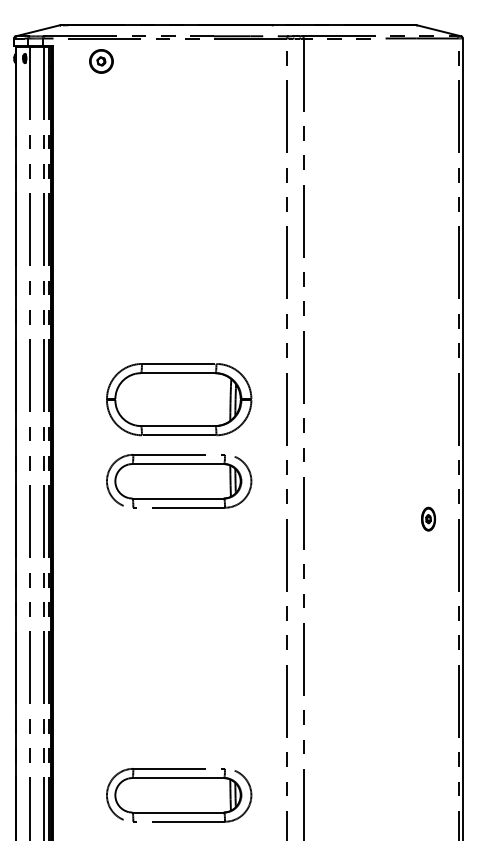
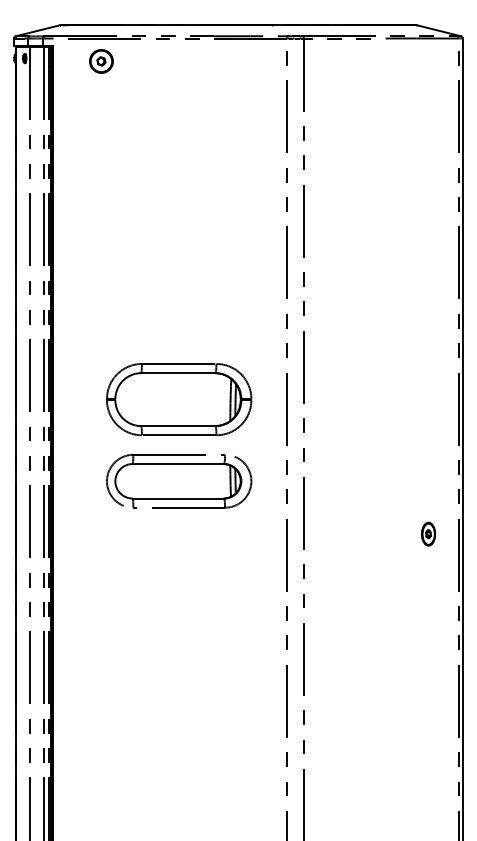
part at (428, 518) position: (428, 518) -> (428, 533)
part at (179, 795): present -> none
